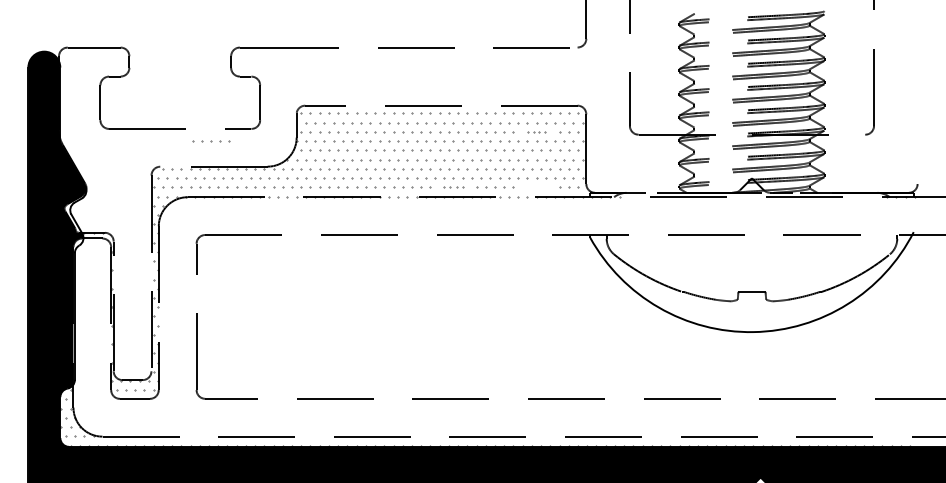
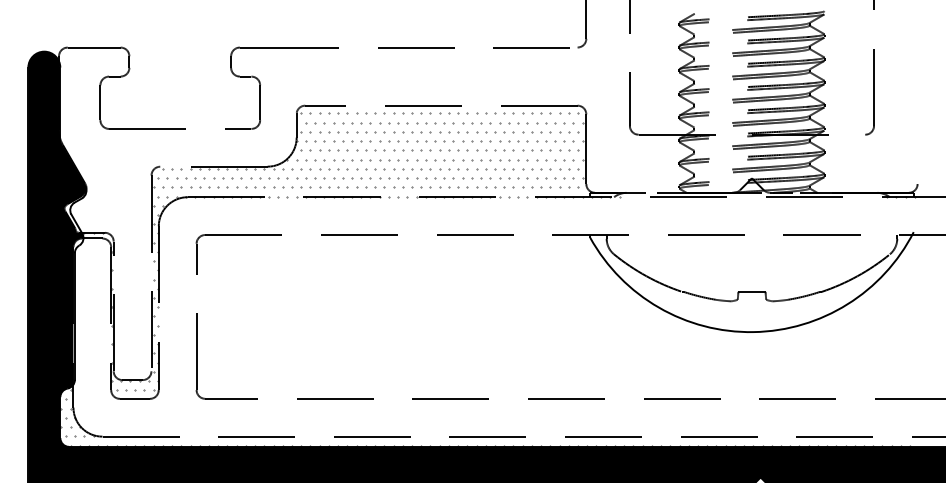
part at (536, 132) size: 20x3 px -> 30x3 px
part at (211, 141): present -> none
part at (453, 187) size: 22x3 px -> 30x3 px
part at (536, 187): none -> present
